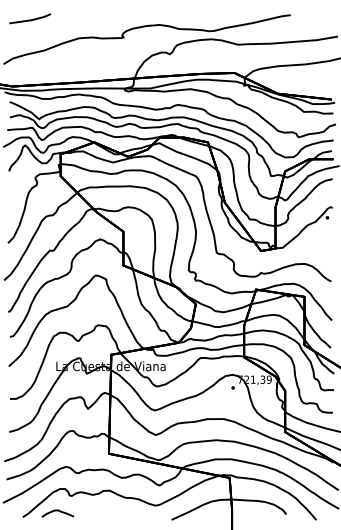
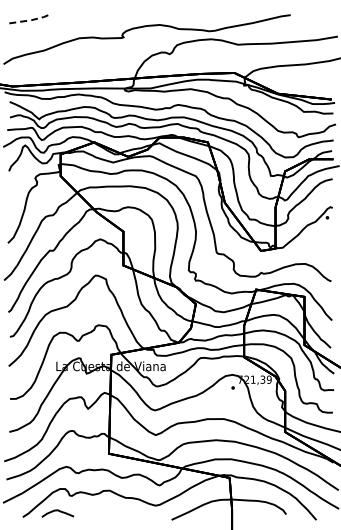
line at (31, 20): solid -> dashed
